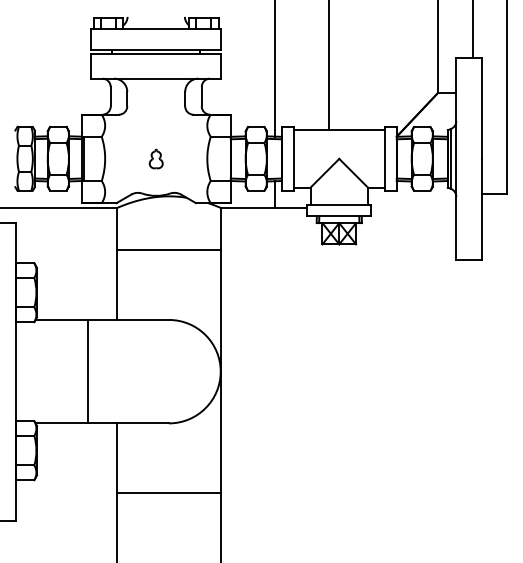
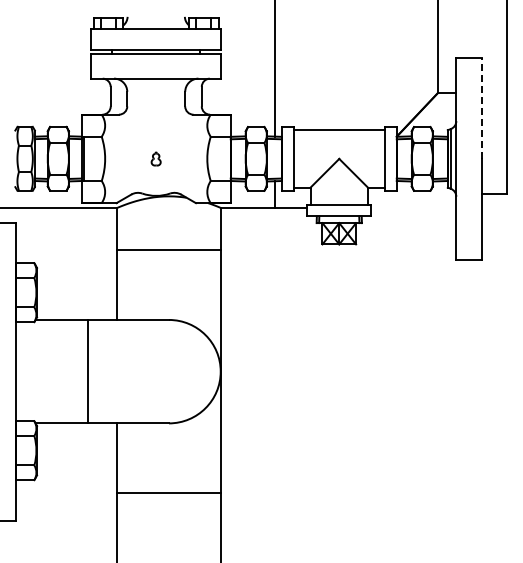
line at (473, 29): present -> none
line at (329, 66): present -> none
line at (481, 108): solid -> dashed
part at (155, 158) size: 16x22 px -> 12x16 px
